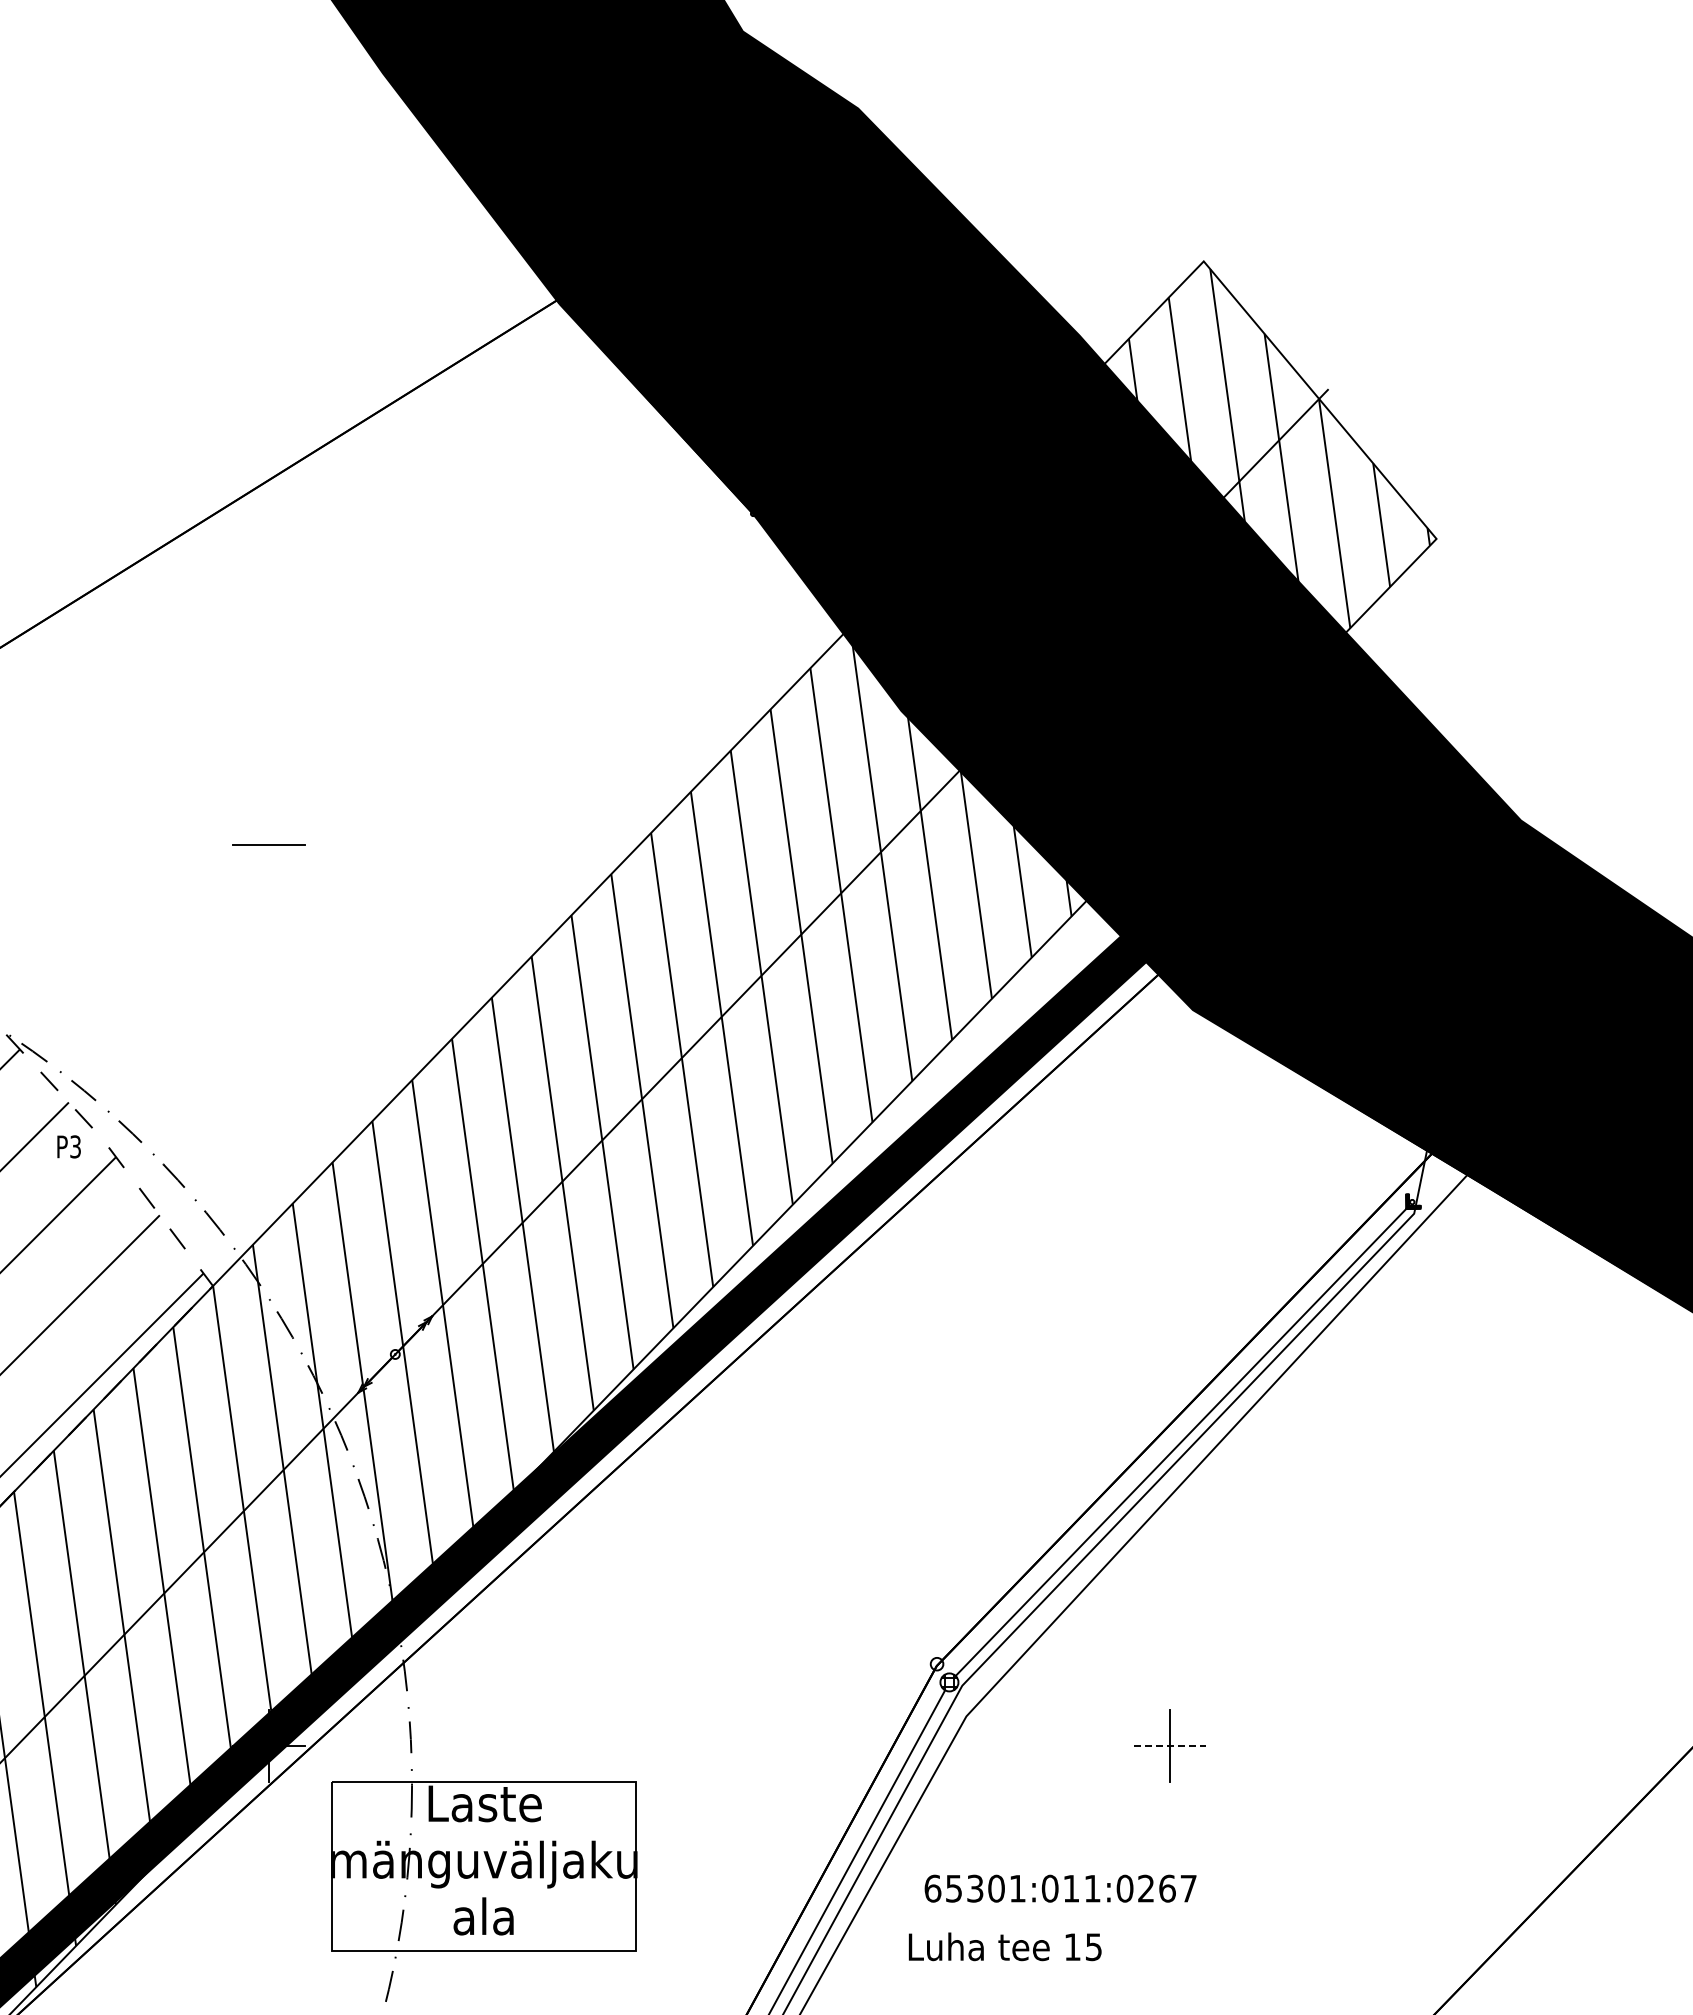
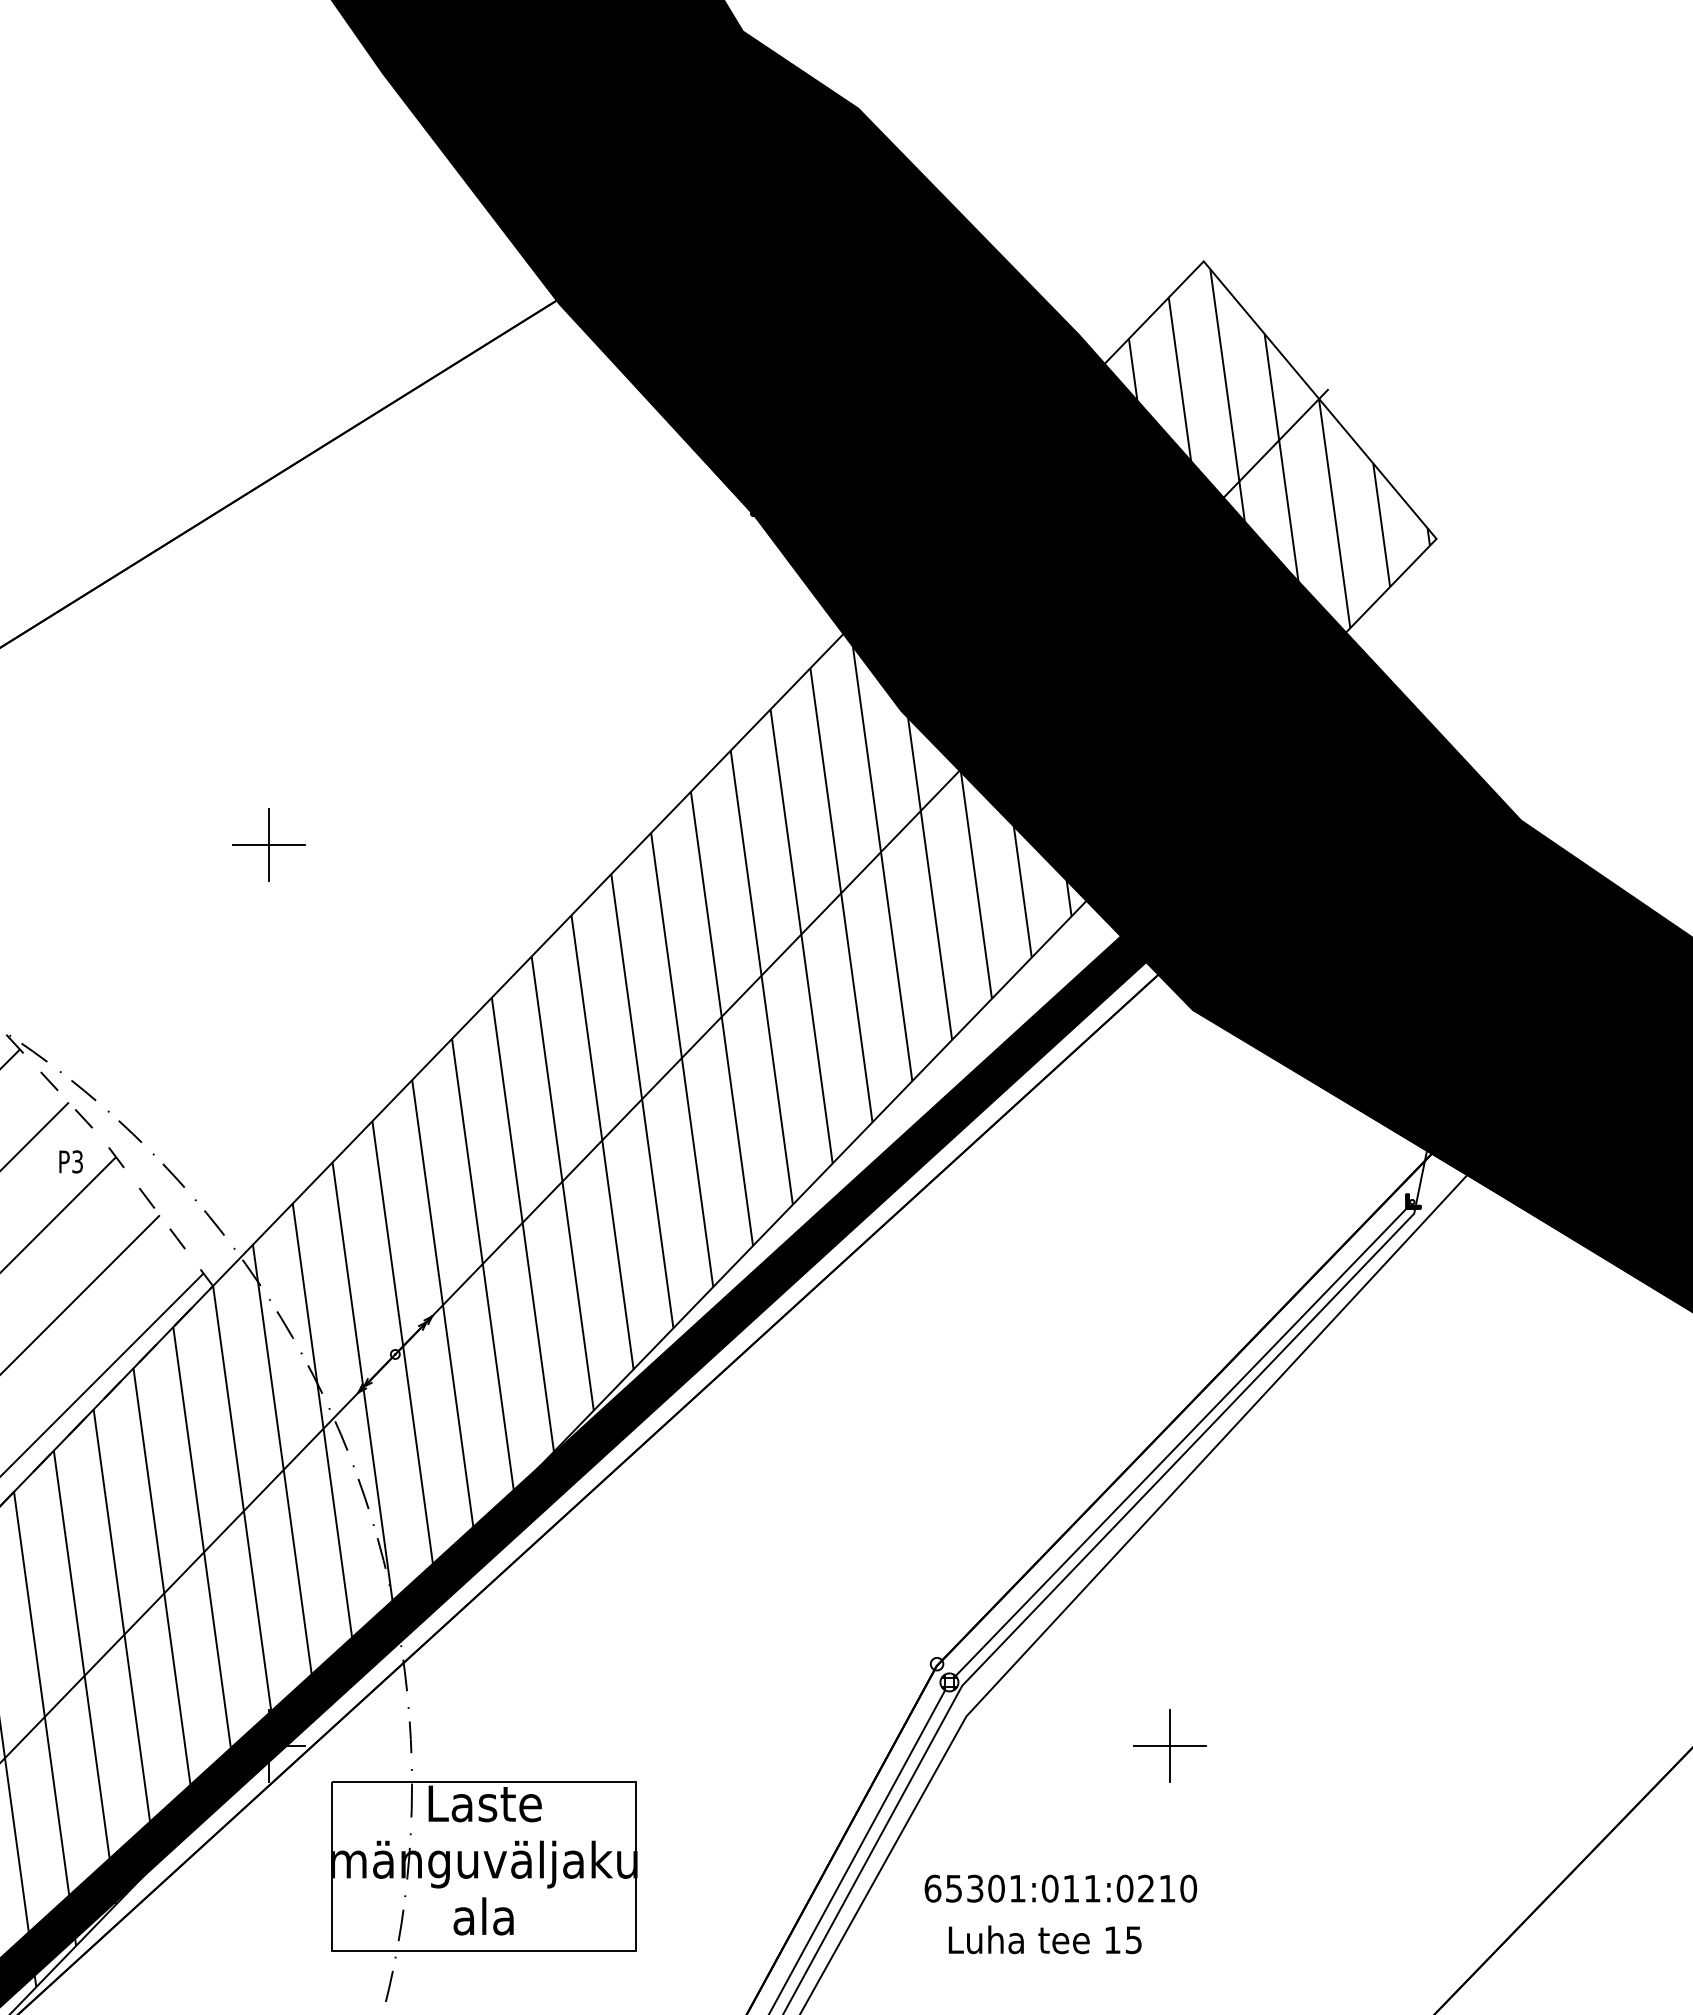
line at (269, 845): none -> present
text at (68, 1146) position: (68, 1146) -> (70, 1161)
line at (1170, 1745): dashed -> solid
text at (1178, 1888): 65301:011:0267 -> 65301:011:0210
text at (1004, 1946) position: (1004, 1946) -> (1044, 1939)
